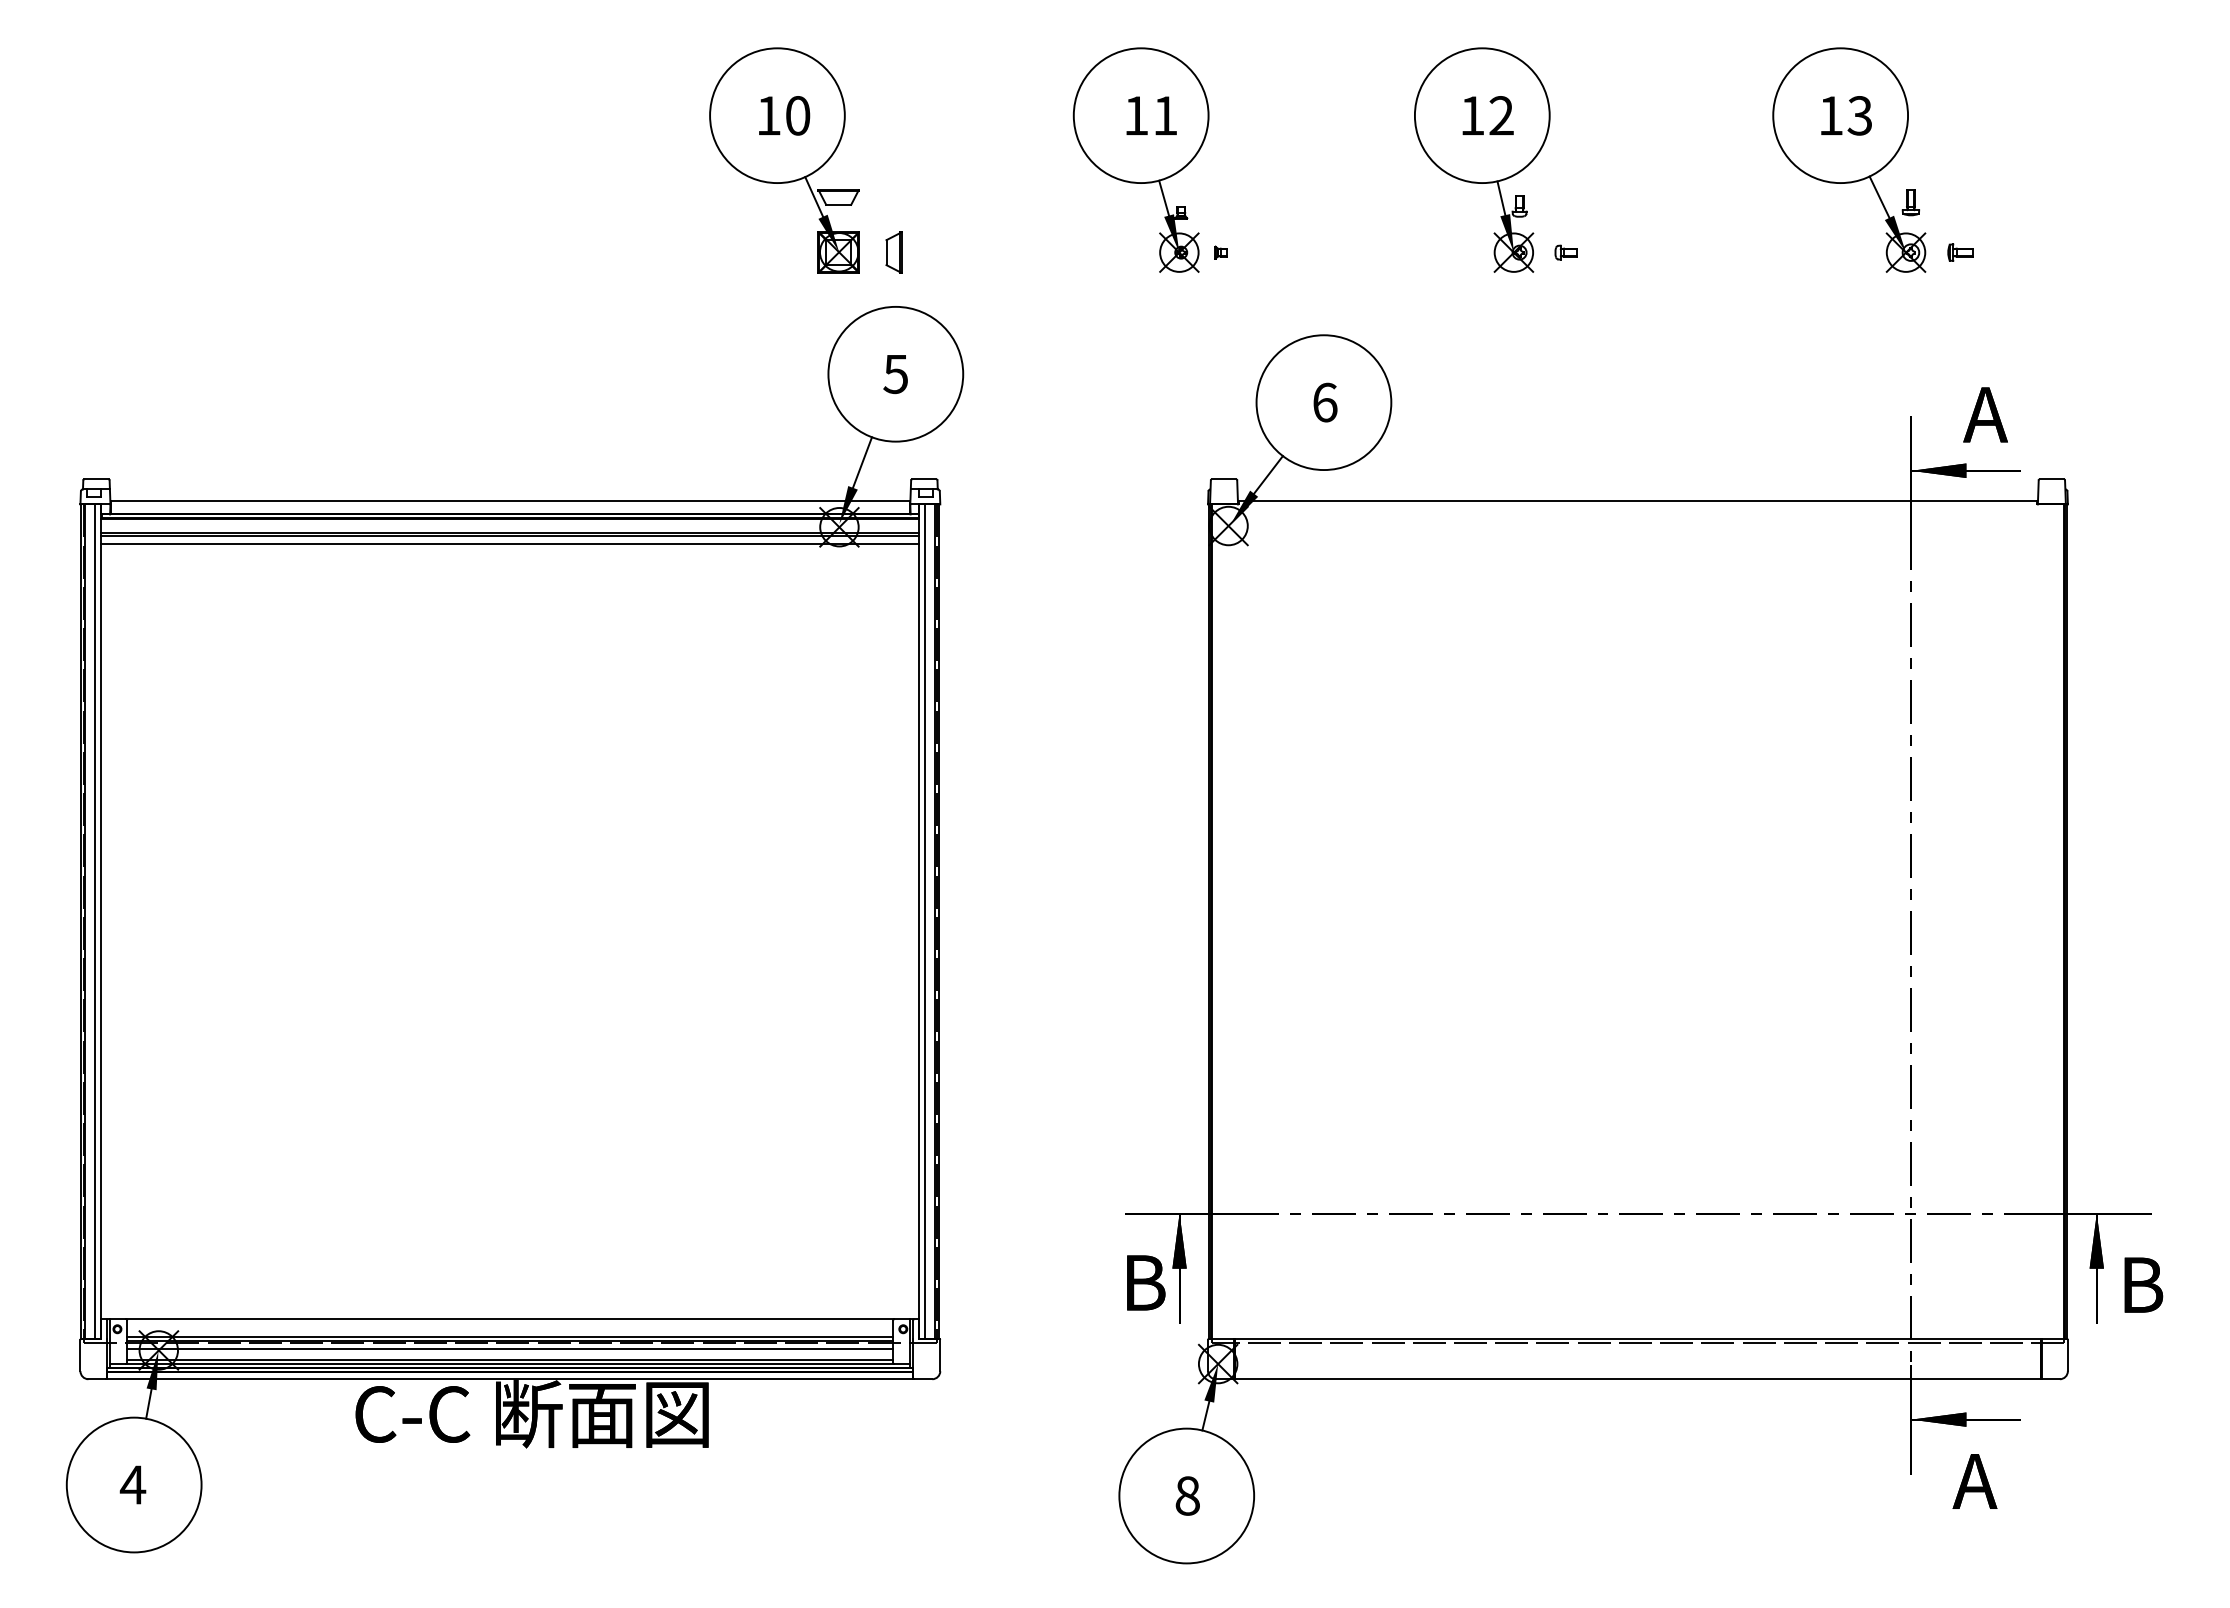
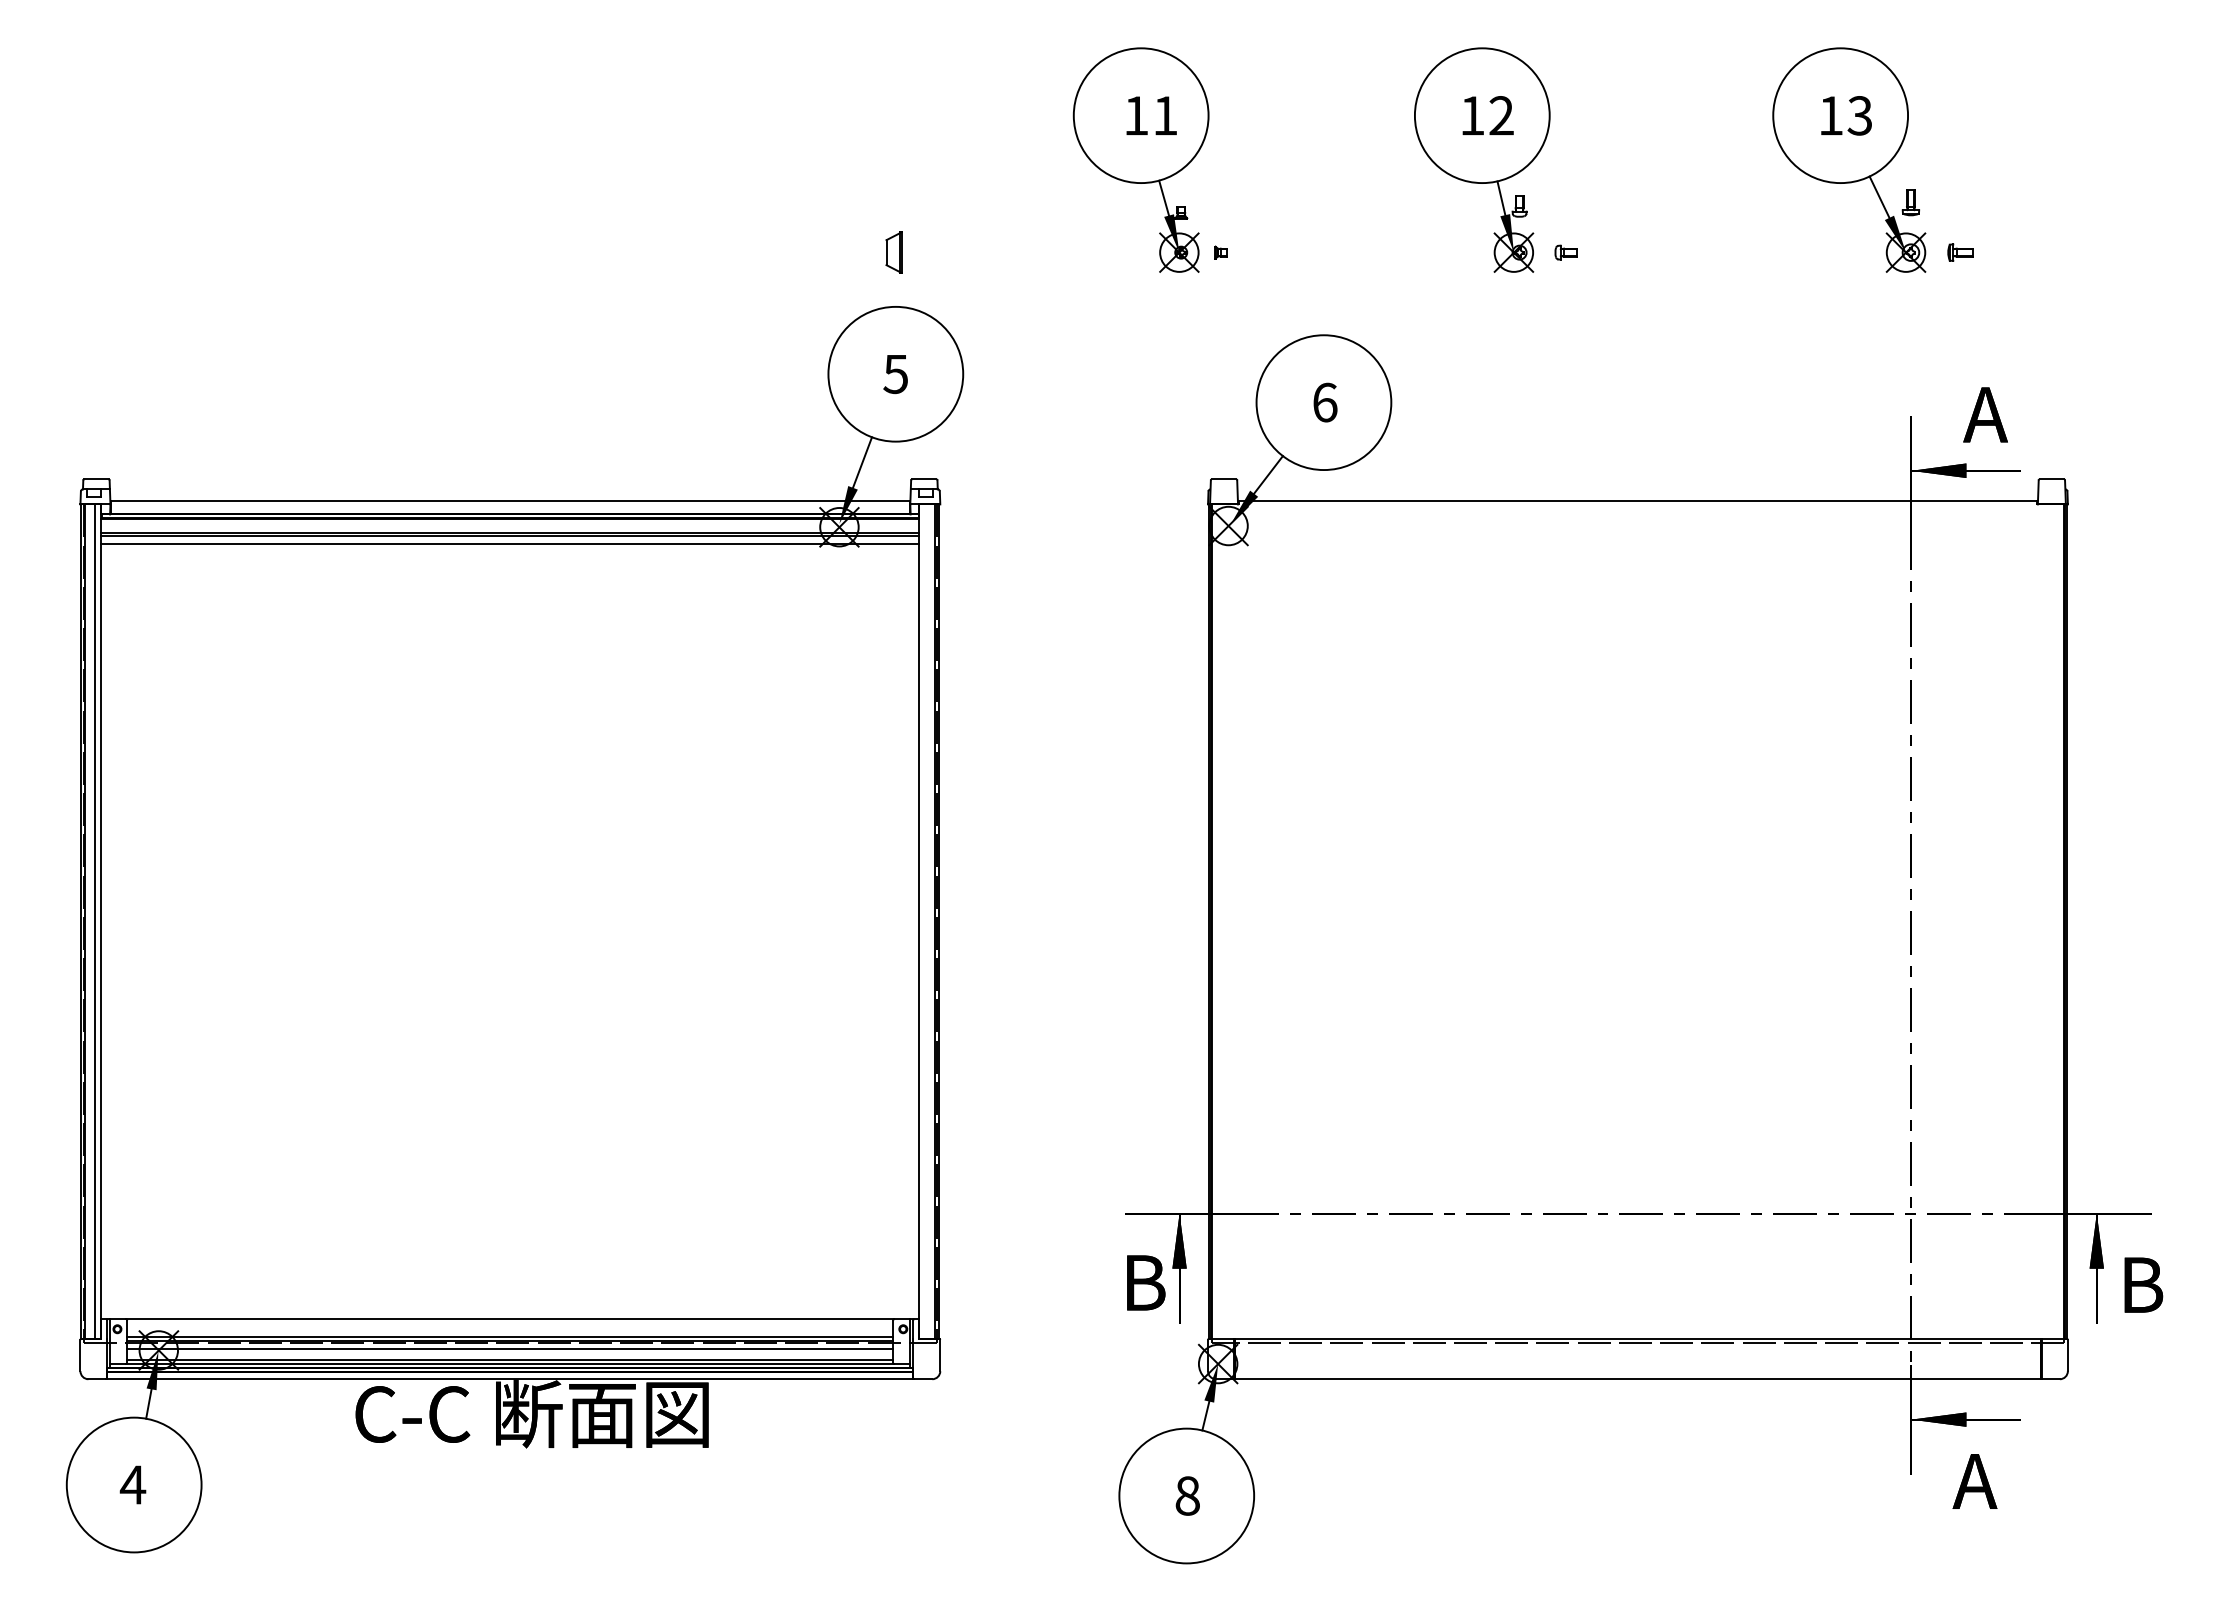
part at (784, 160): present -> none
line at (925, 921): present -> none
